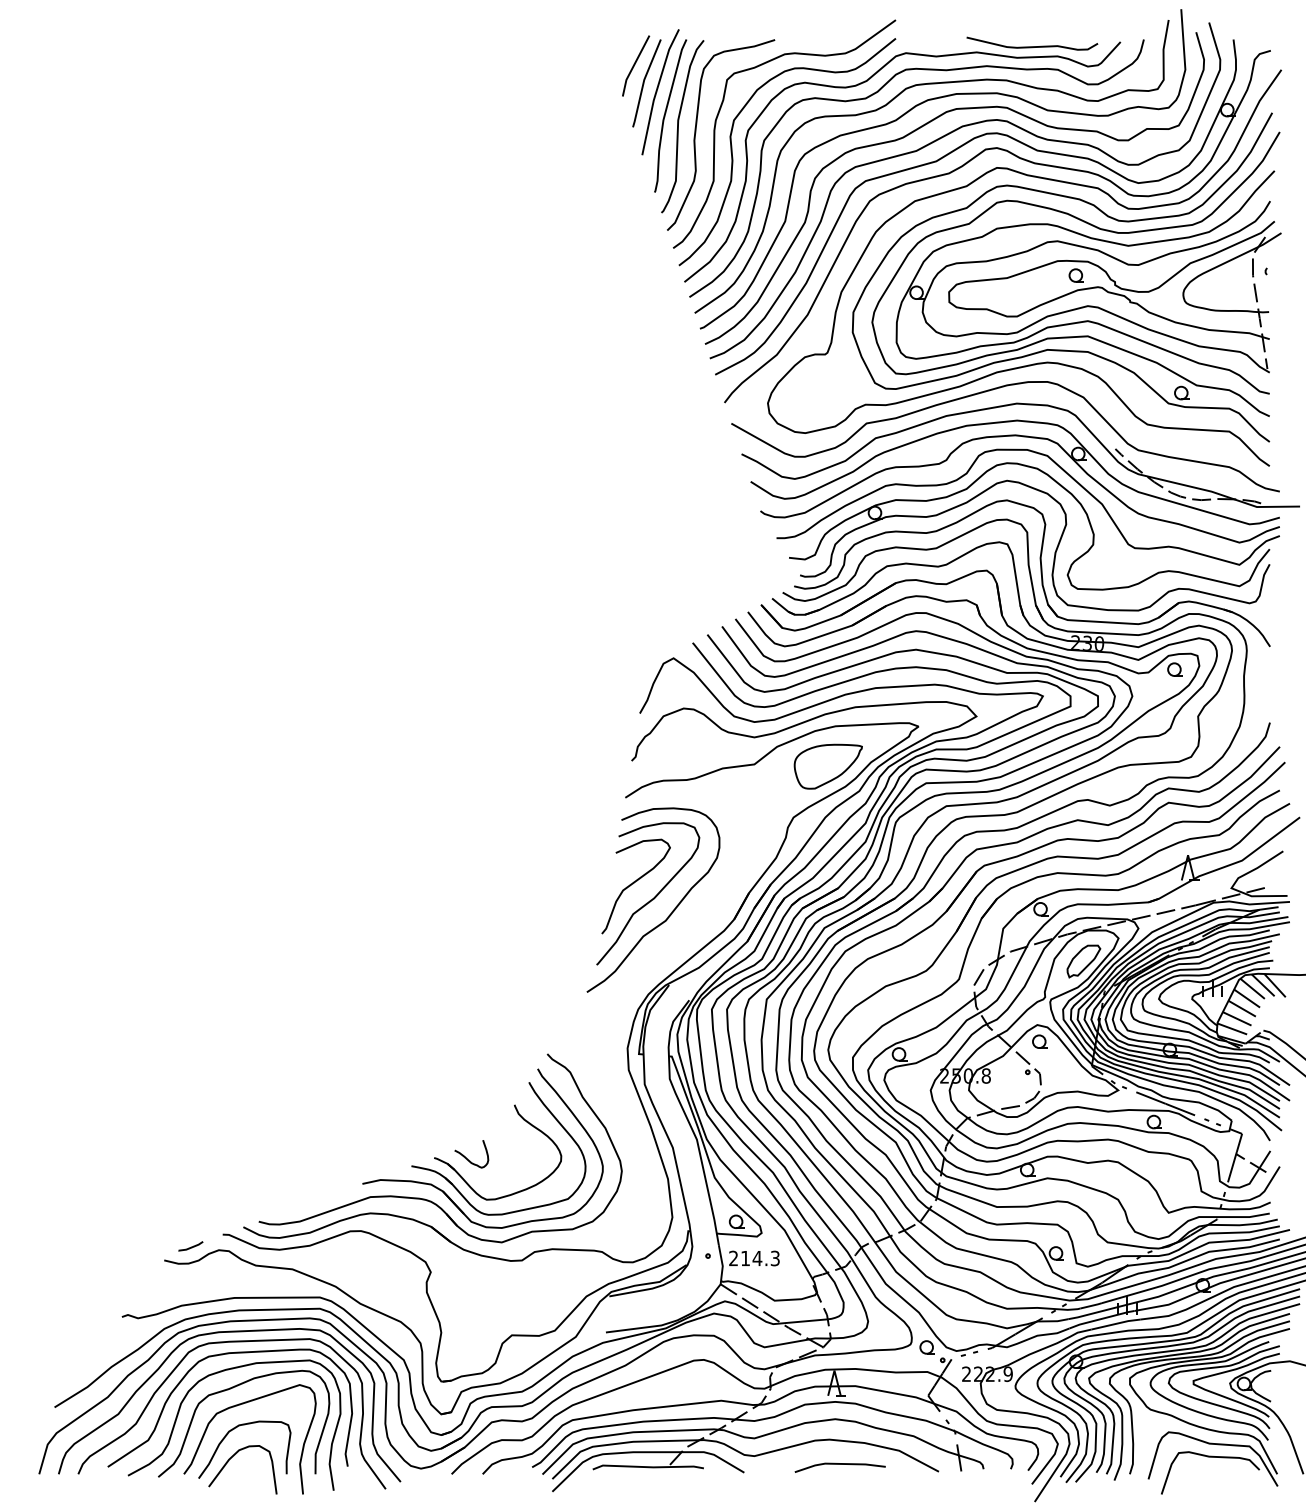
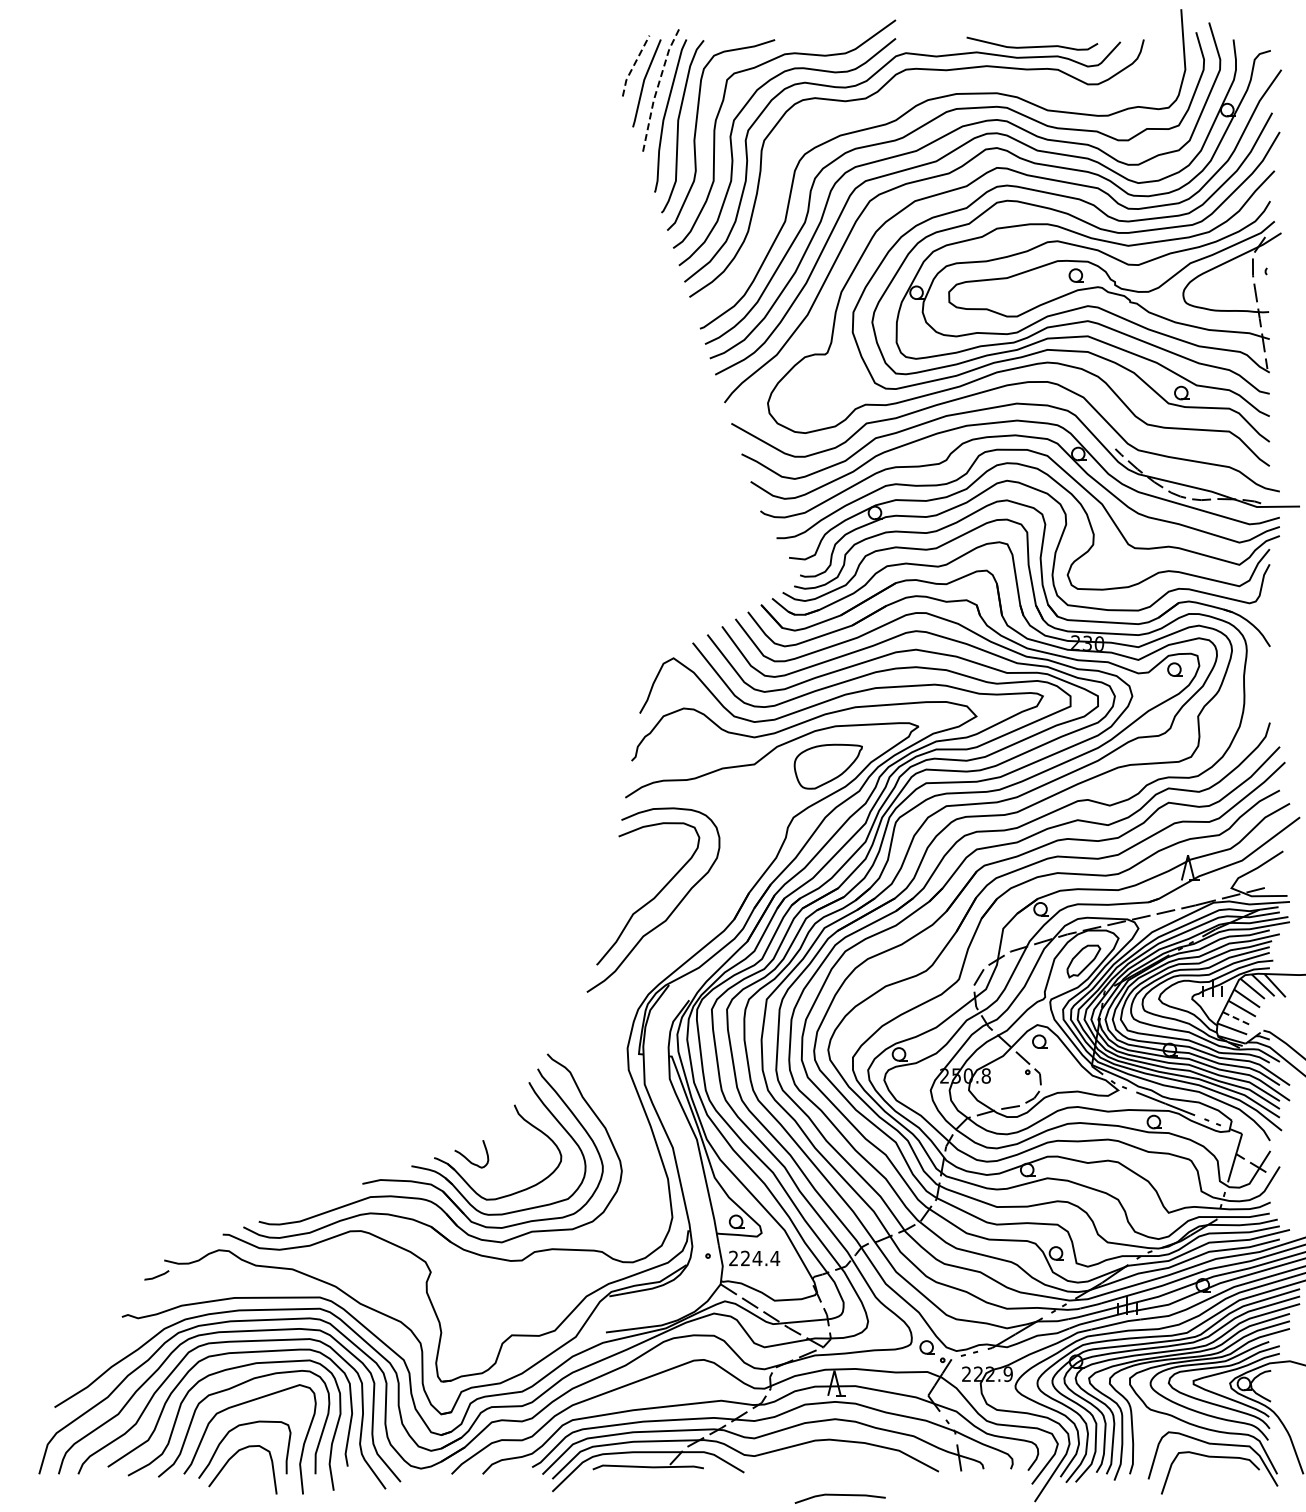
line at (633, 65): solid -> dashed
line at (656, 91): solid -> dashed
curve at (887, 105): present -> none
curve at (633, 884): present -> none
line at (1237, 1018): solid -> dashed
line at (191, 1246) position: (191, 1246) -> (157, 1275)
text at (760, 1258): 214.3 -> 224.4
line at (839, 1464) position: (839, 1464) -> (839, 1495)
